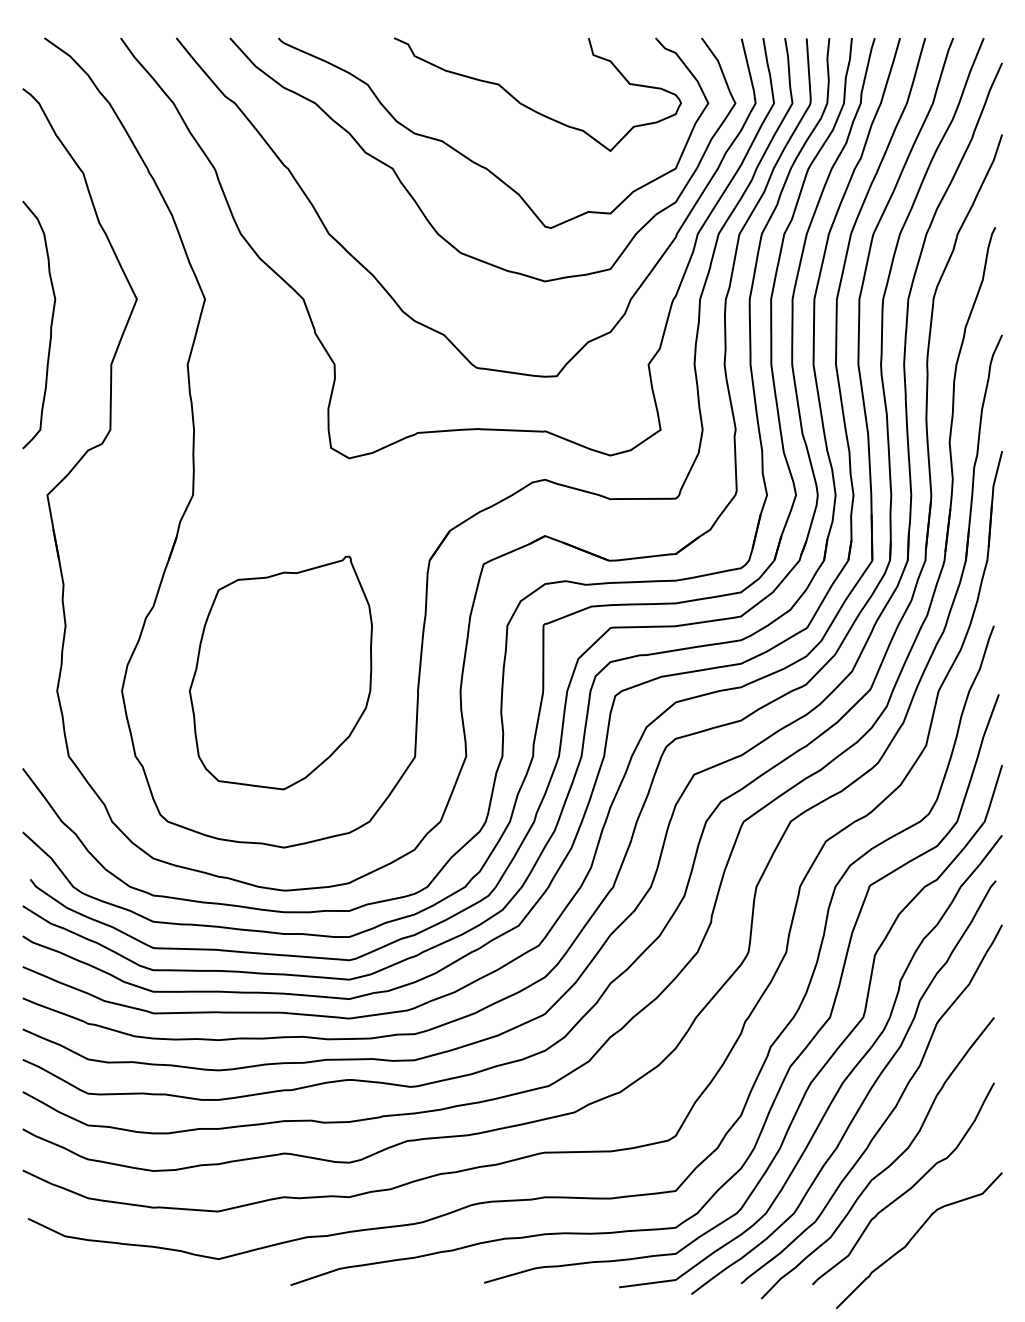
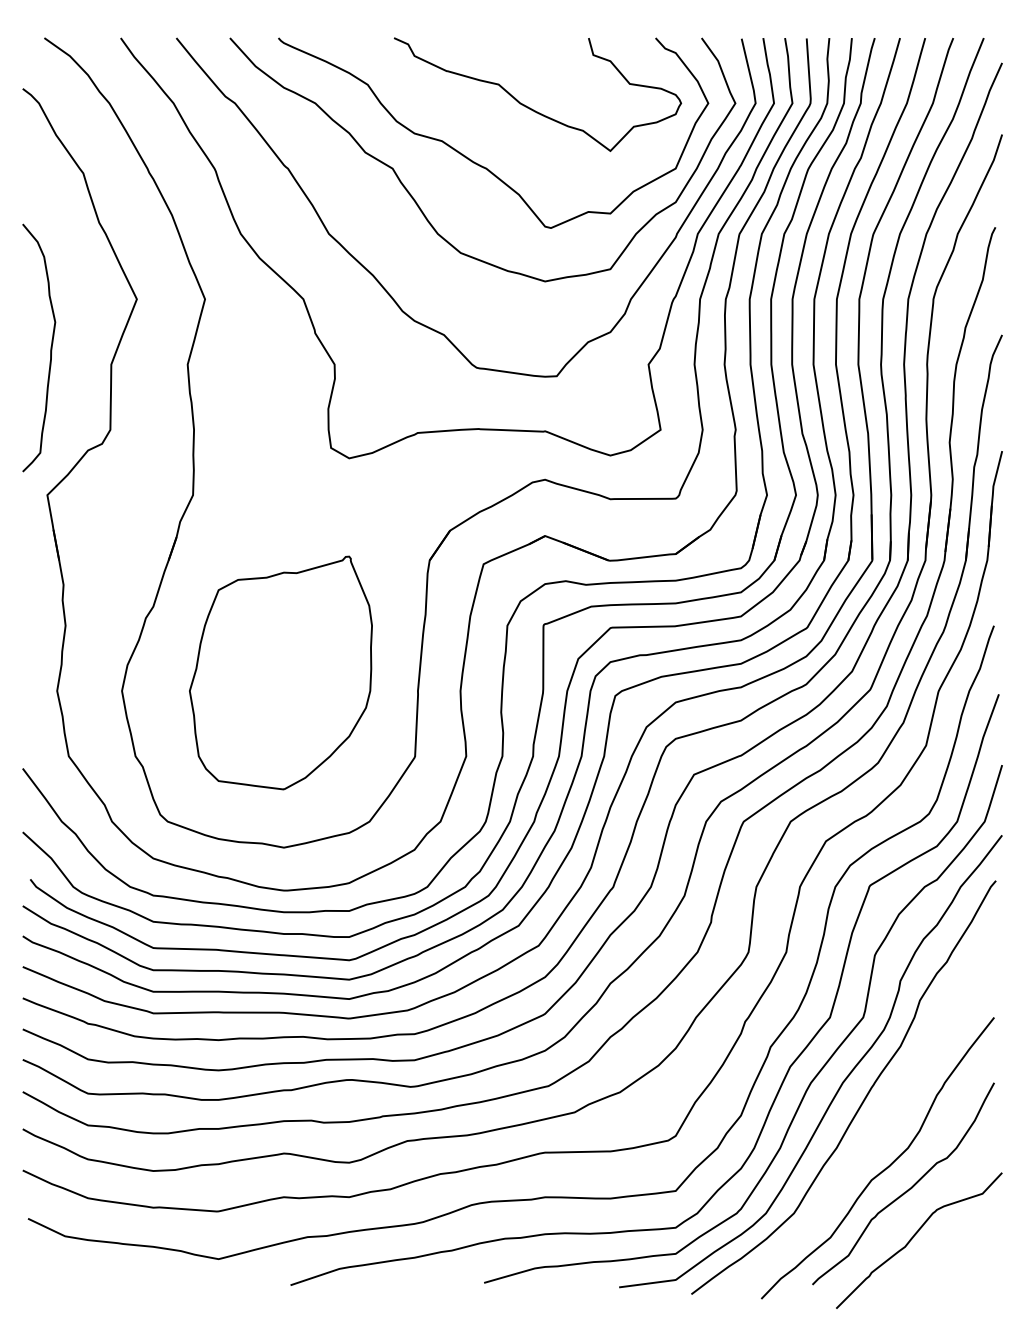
curve at (50, 324) position: (50, 324) -> (50, 347)
curve at (886, 1117): present -> none
